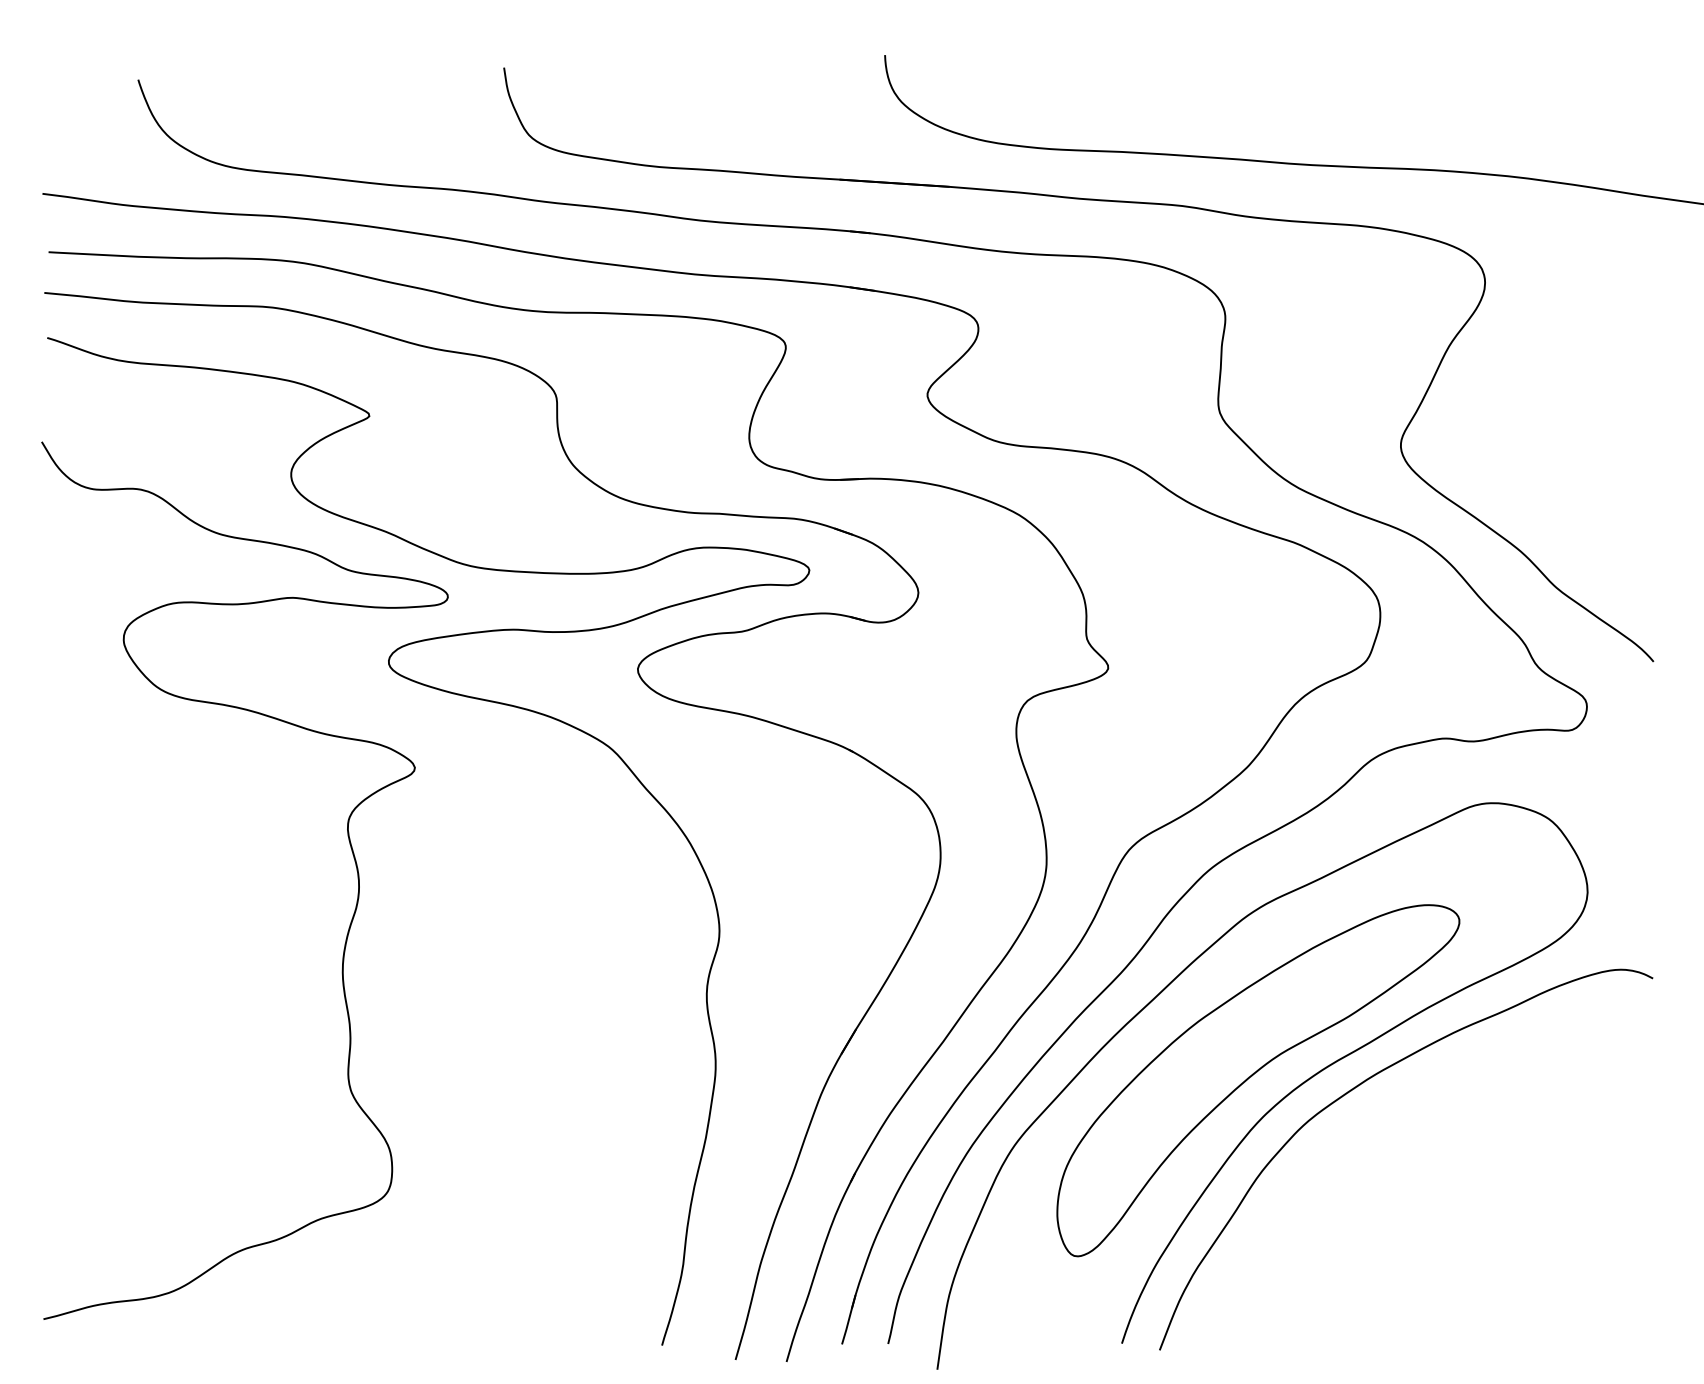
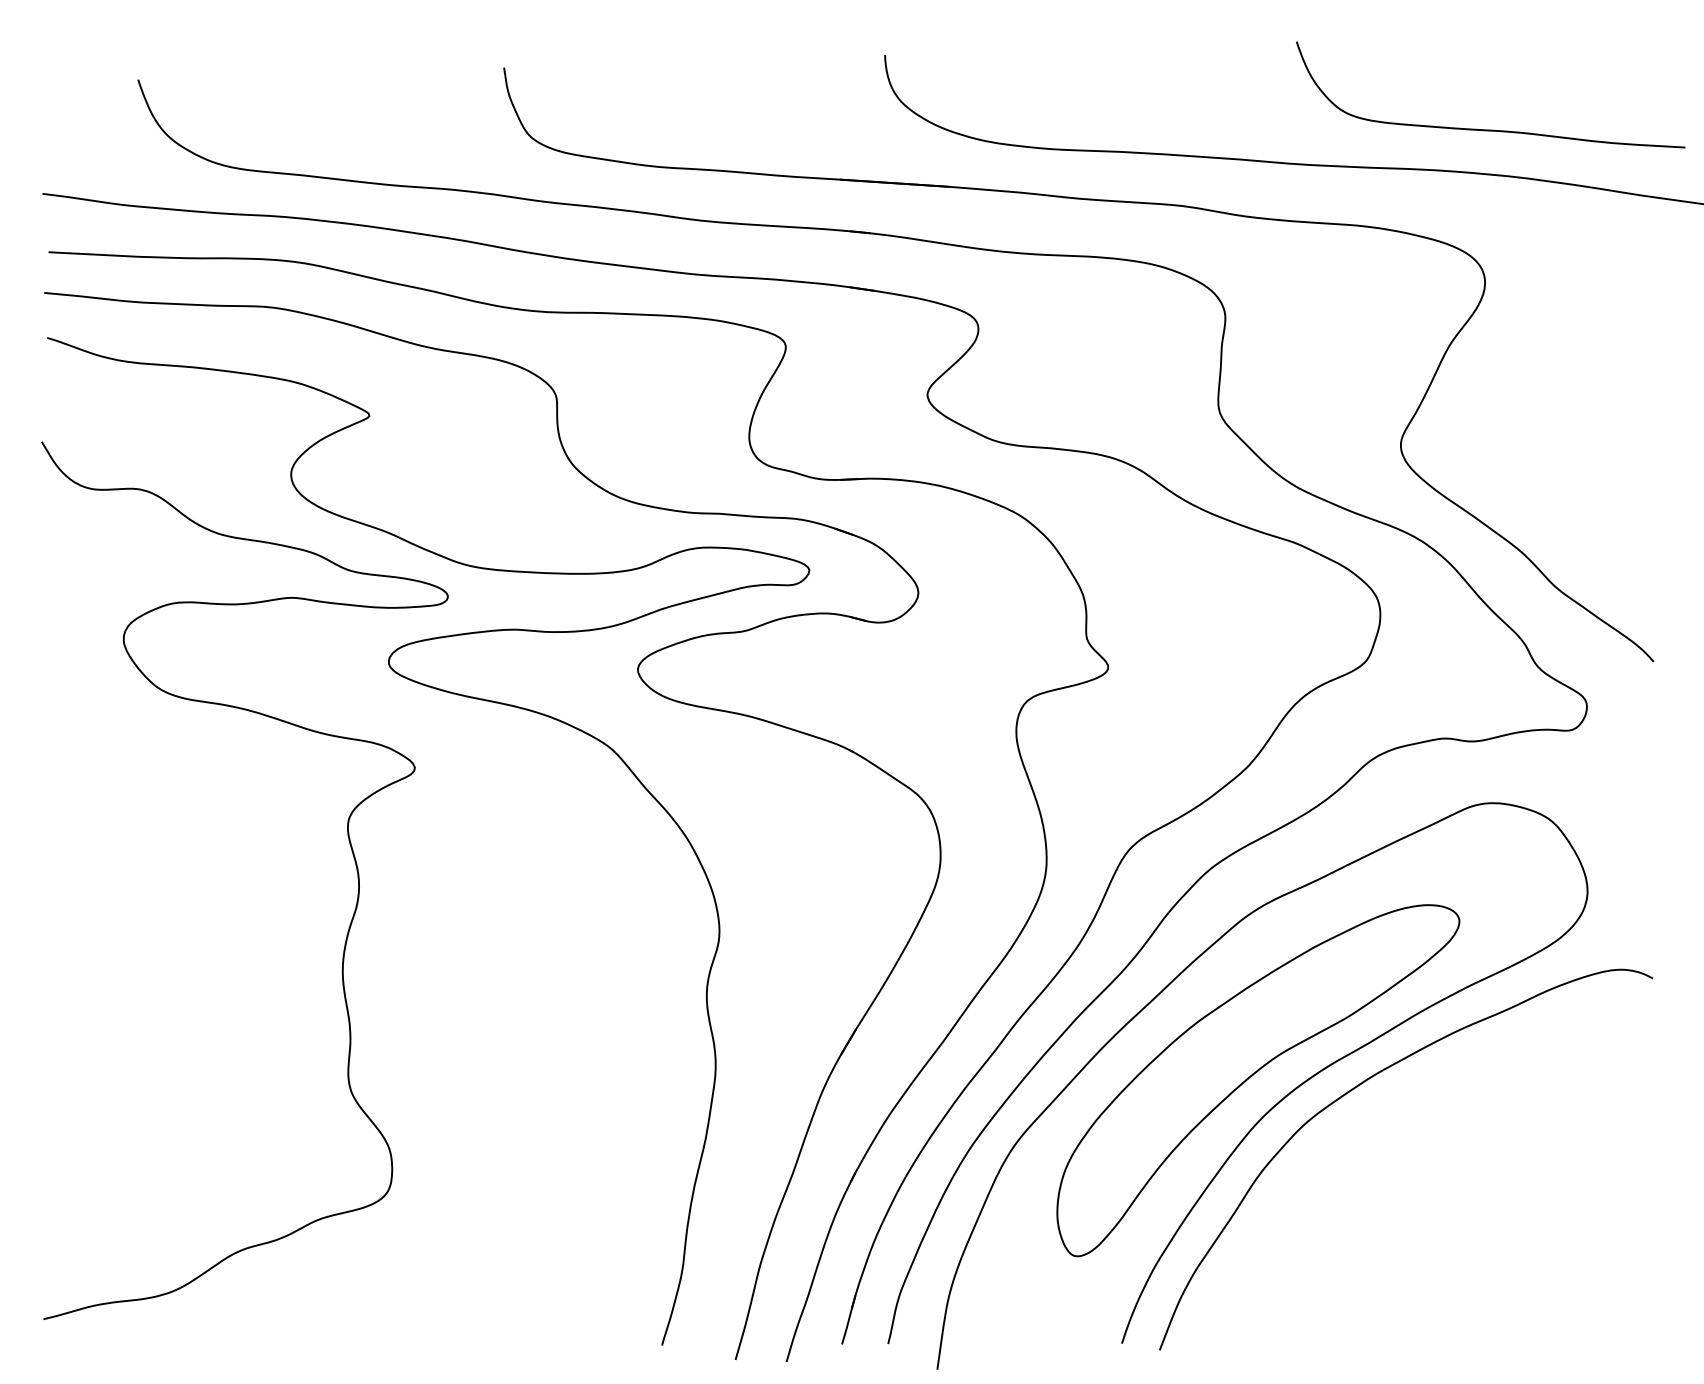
curve at (1490, 129): none -> present
